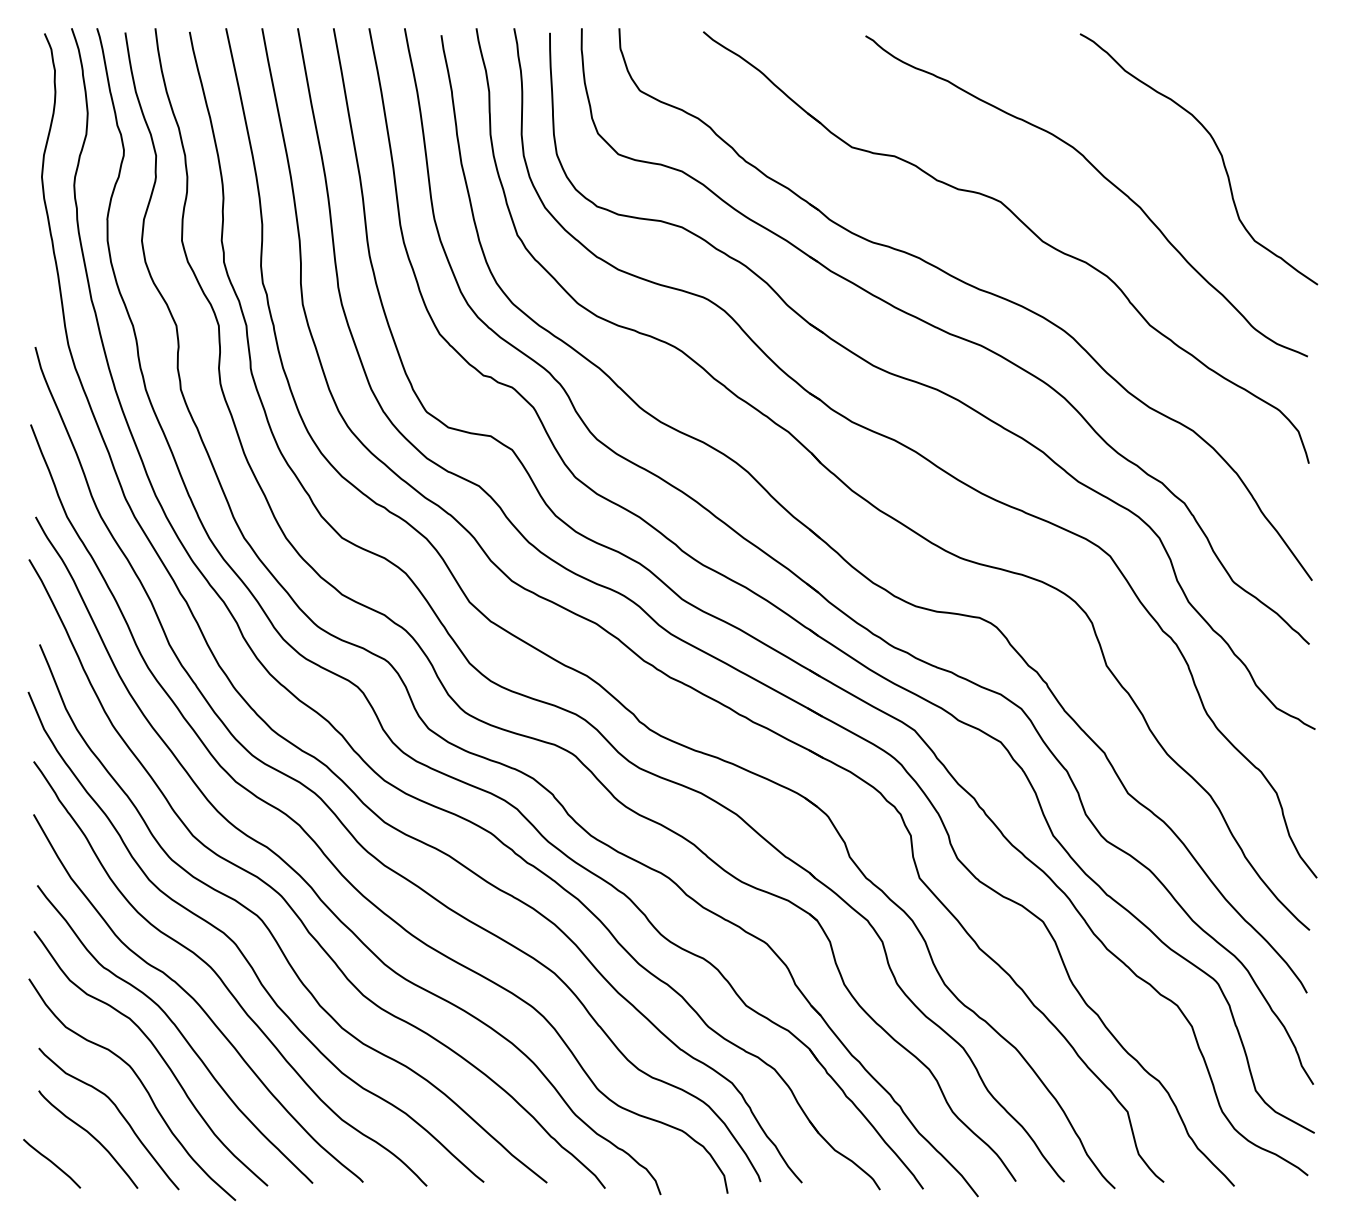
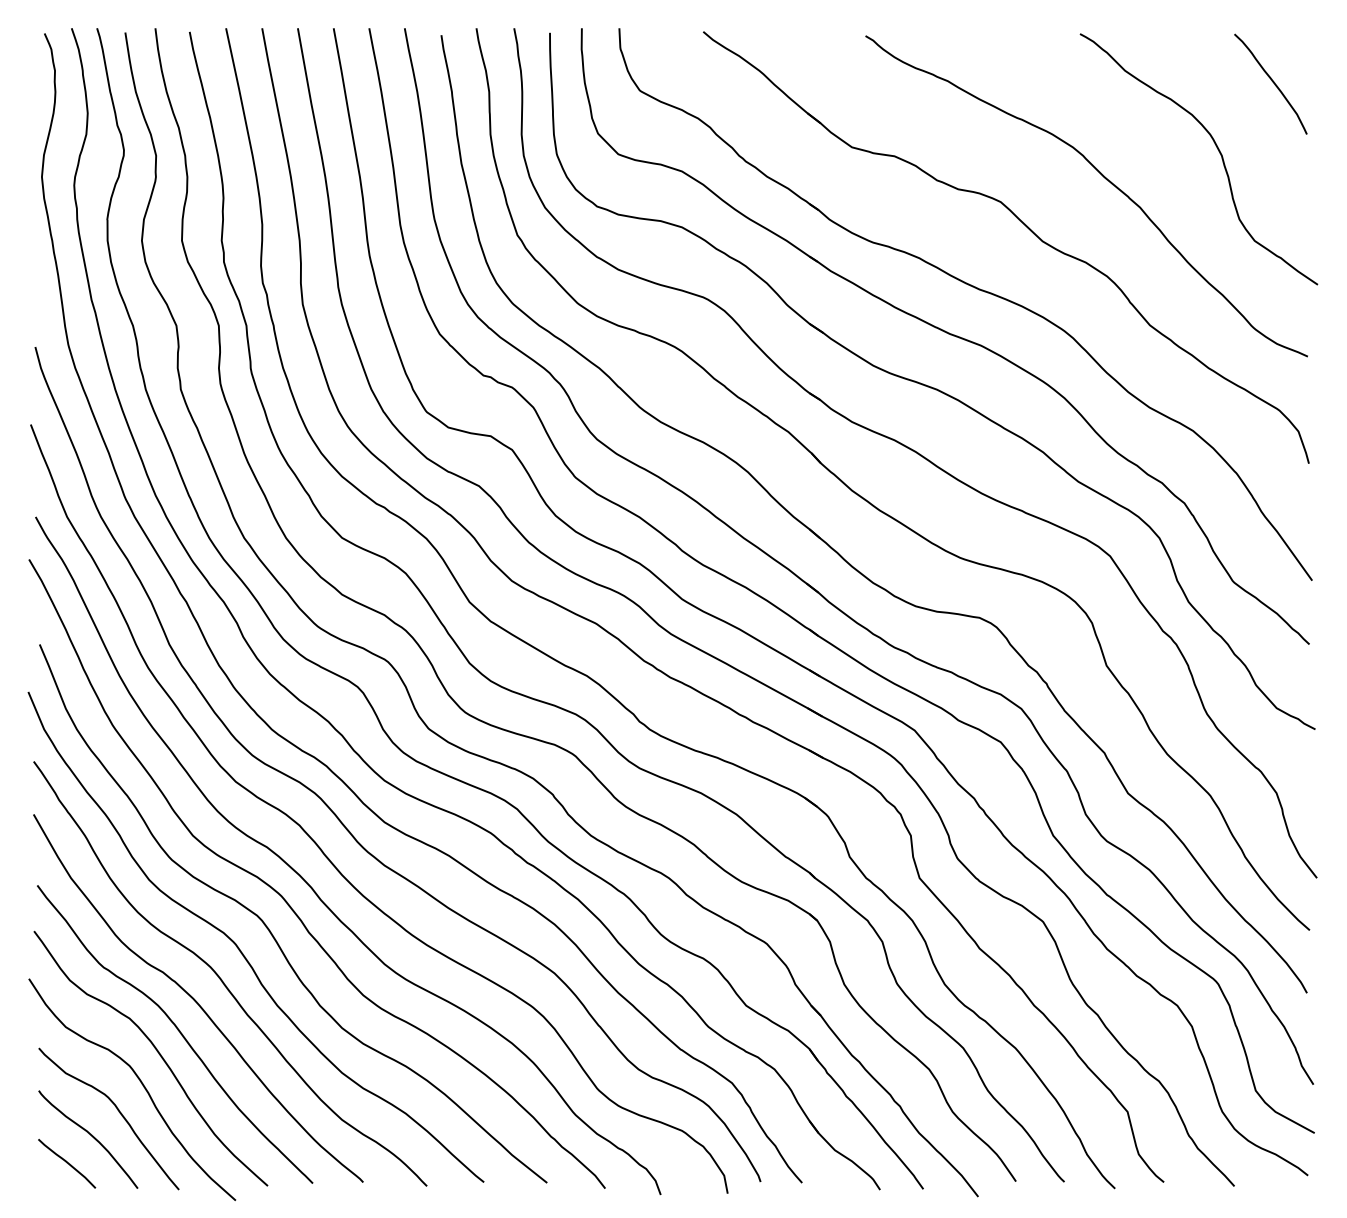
curve at (1271, 81): none -> present
curve at (52, 1163) position: (52, 1163) -> (67, 1163)
